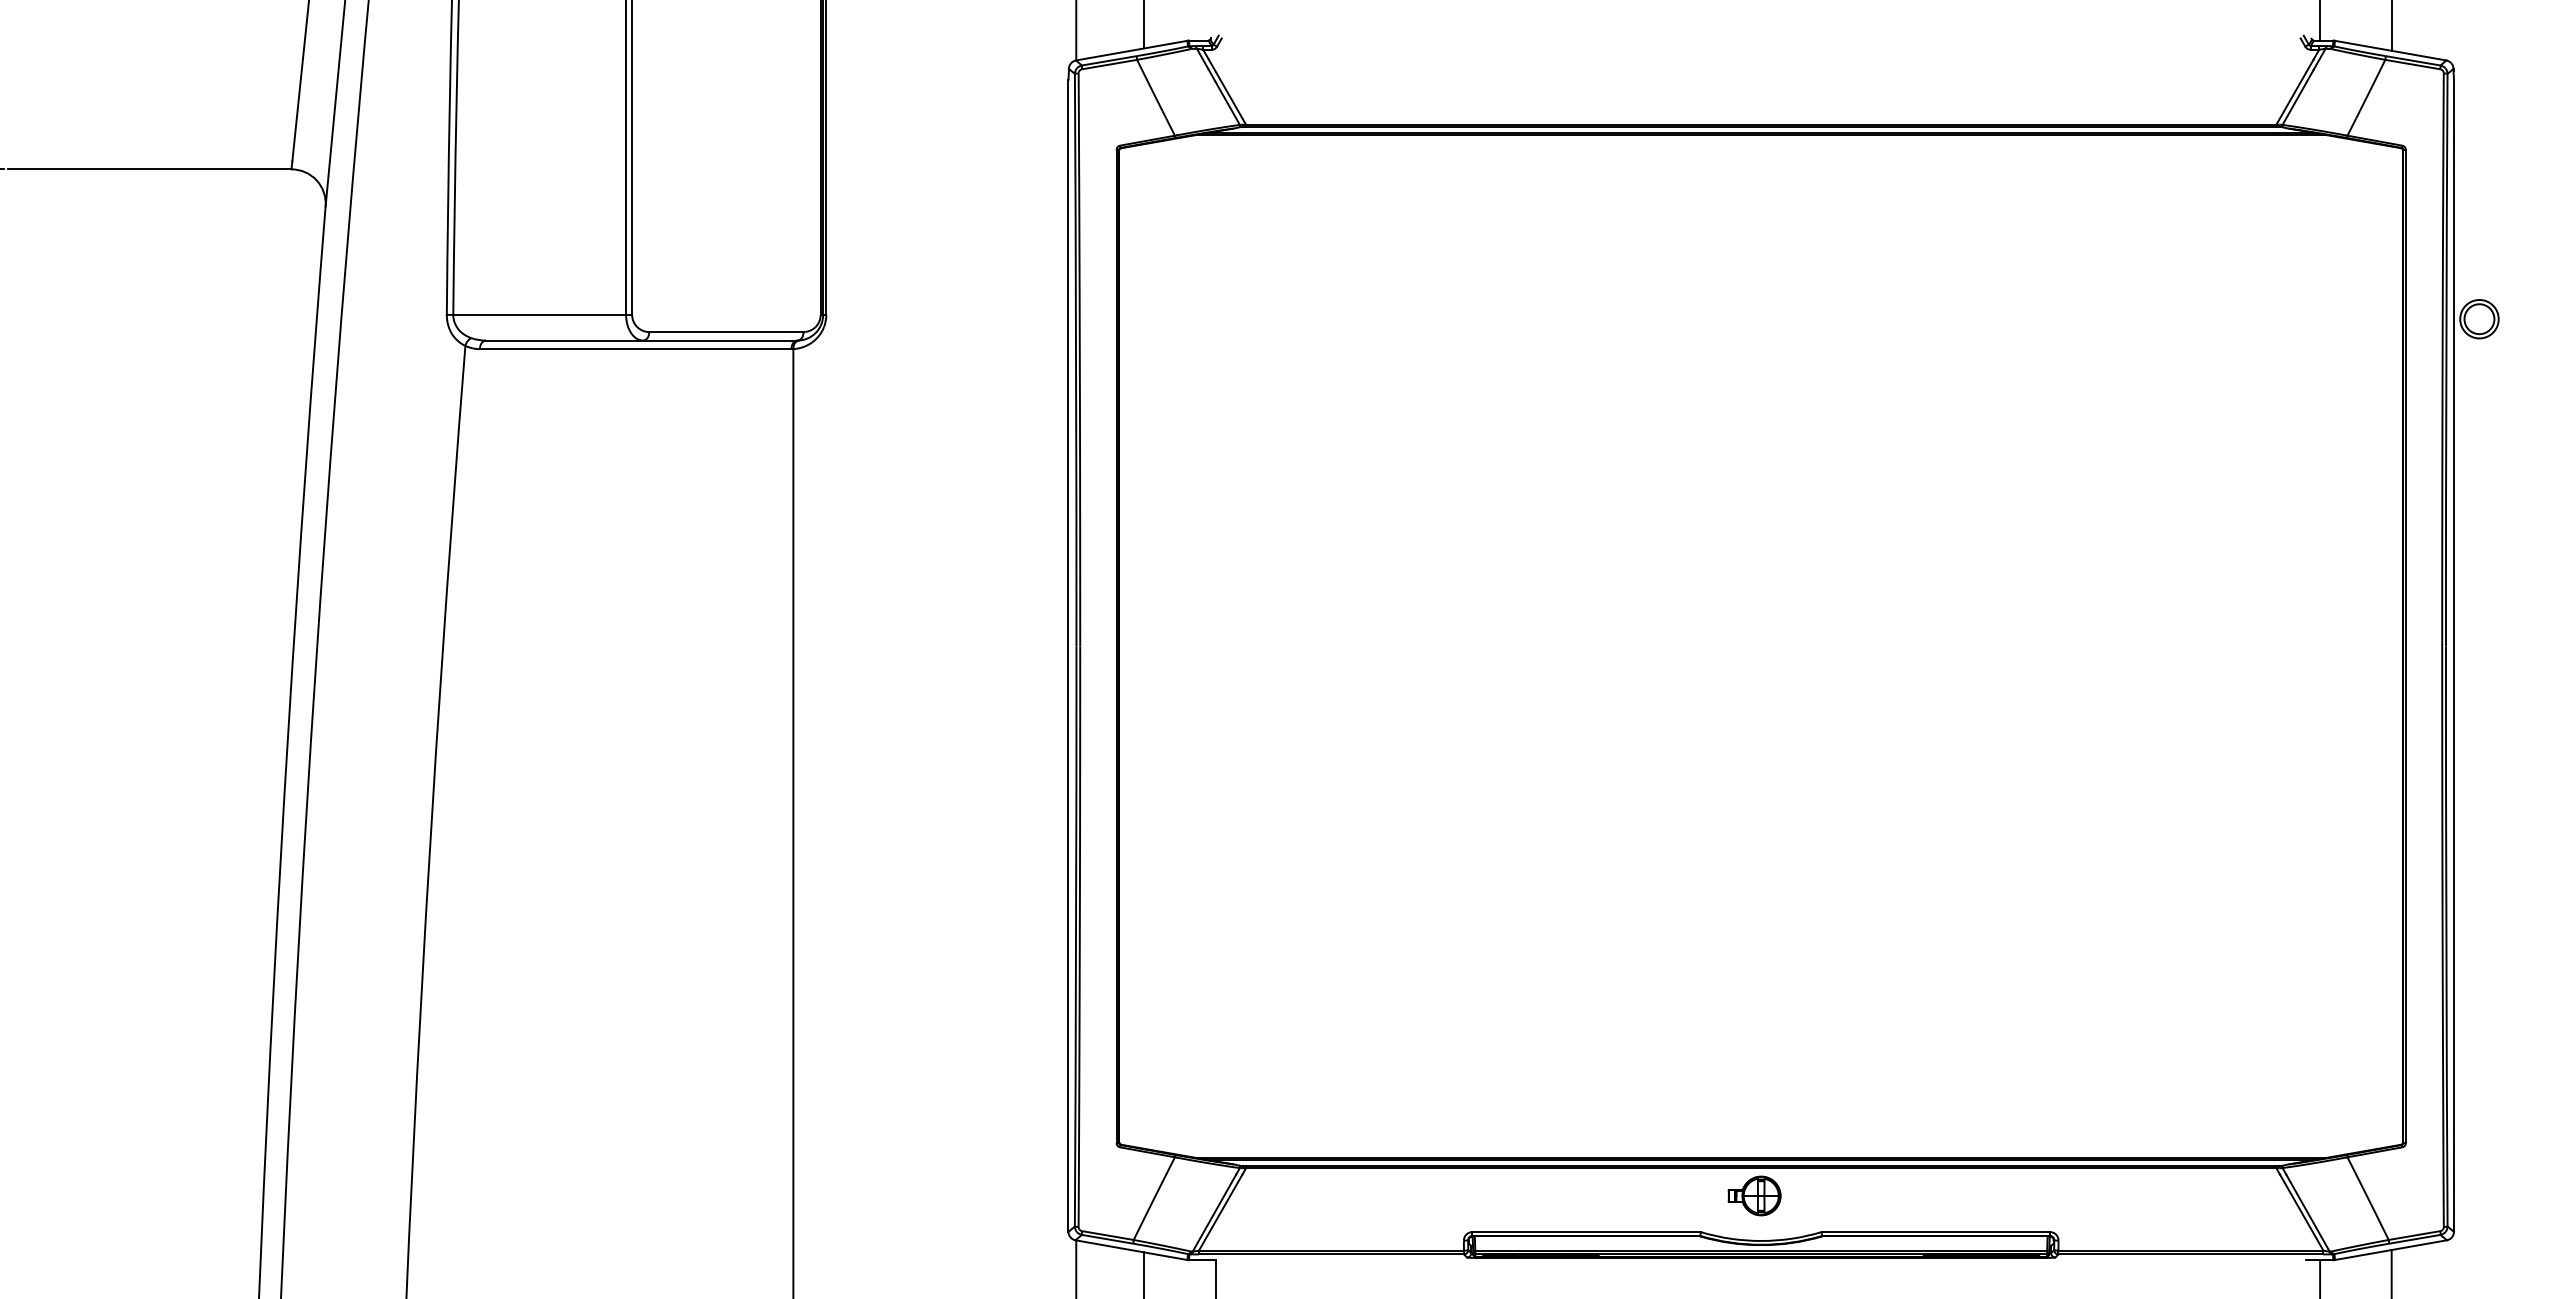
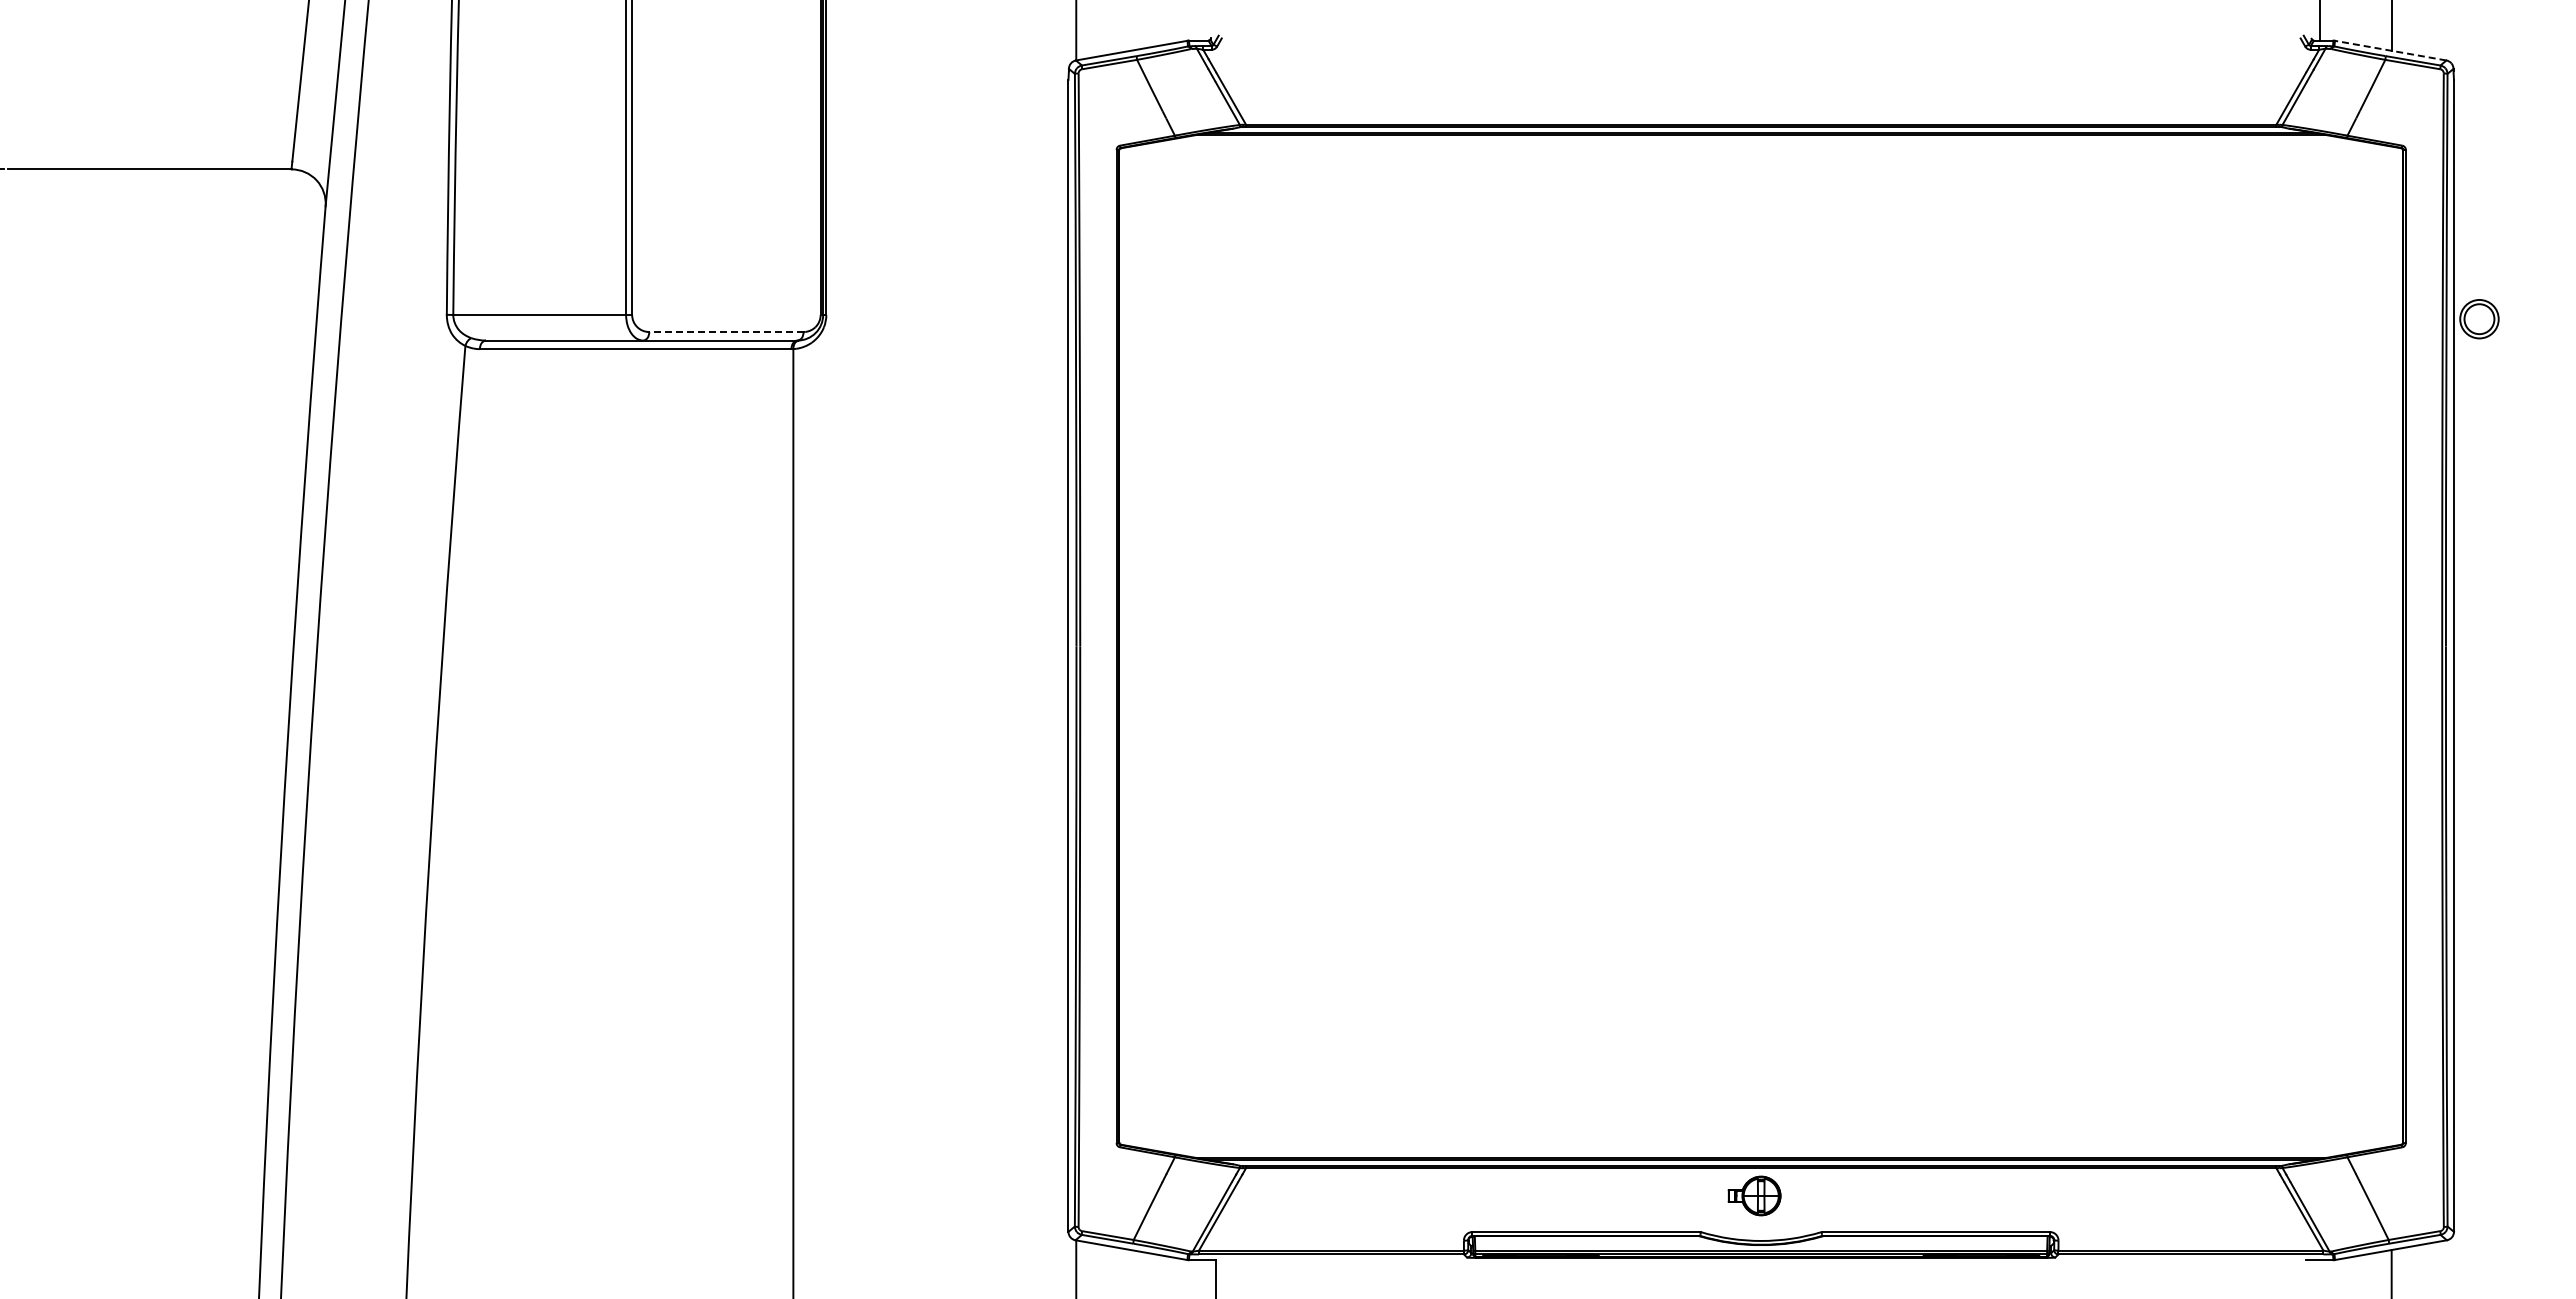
line at (1144, 25): present -> none
line at (2390, 50): solid -> dashed
line at (725, 332): solid -> dashed
line at (1144, 1273): present -> none
line at (2320, 1277): present -> none
